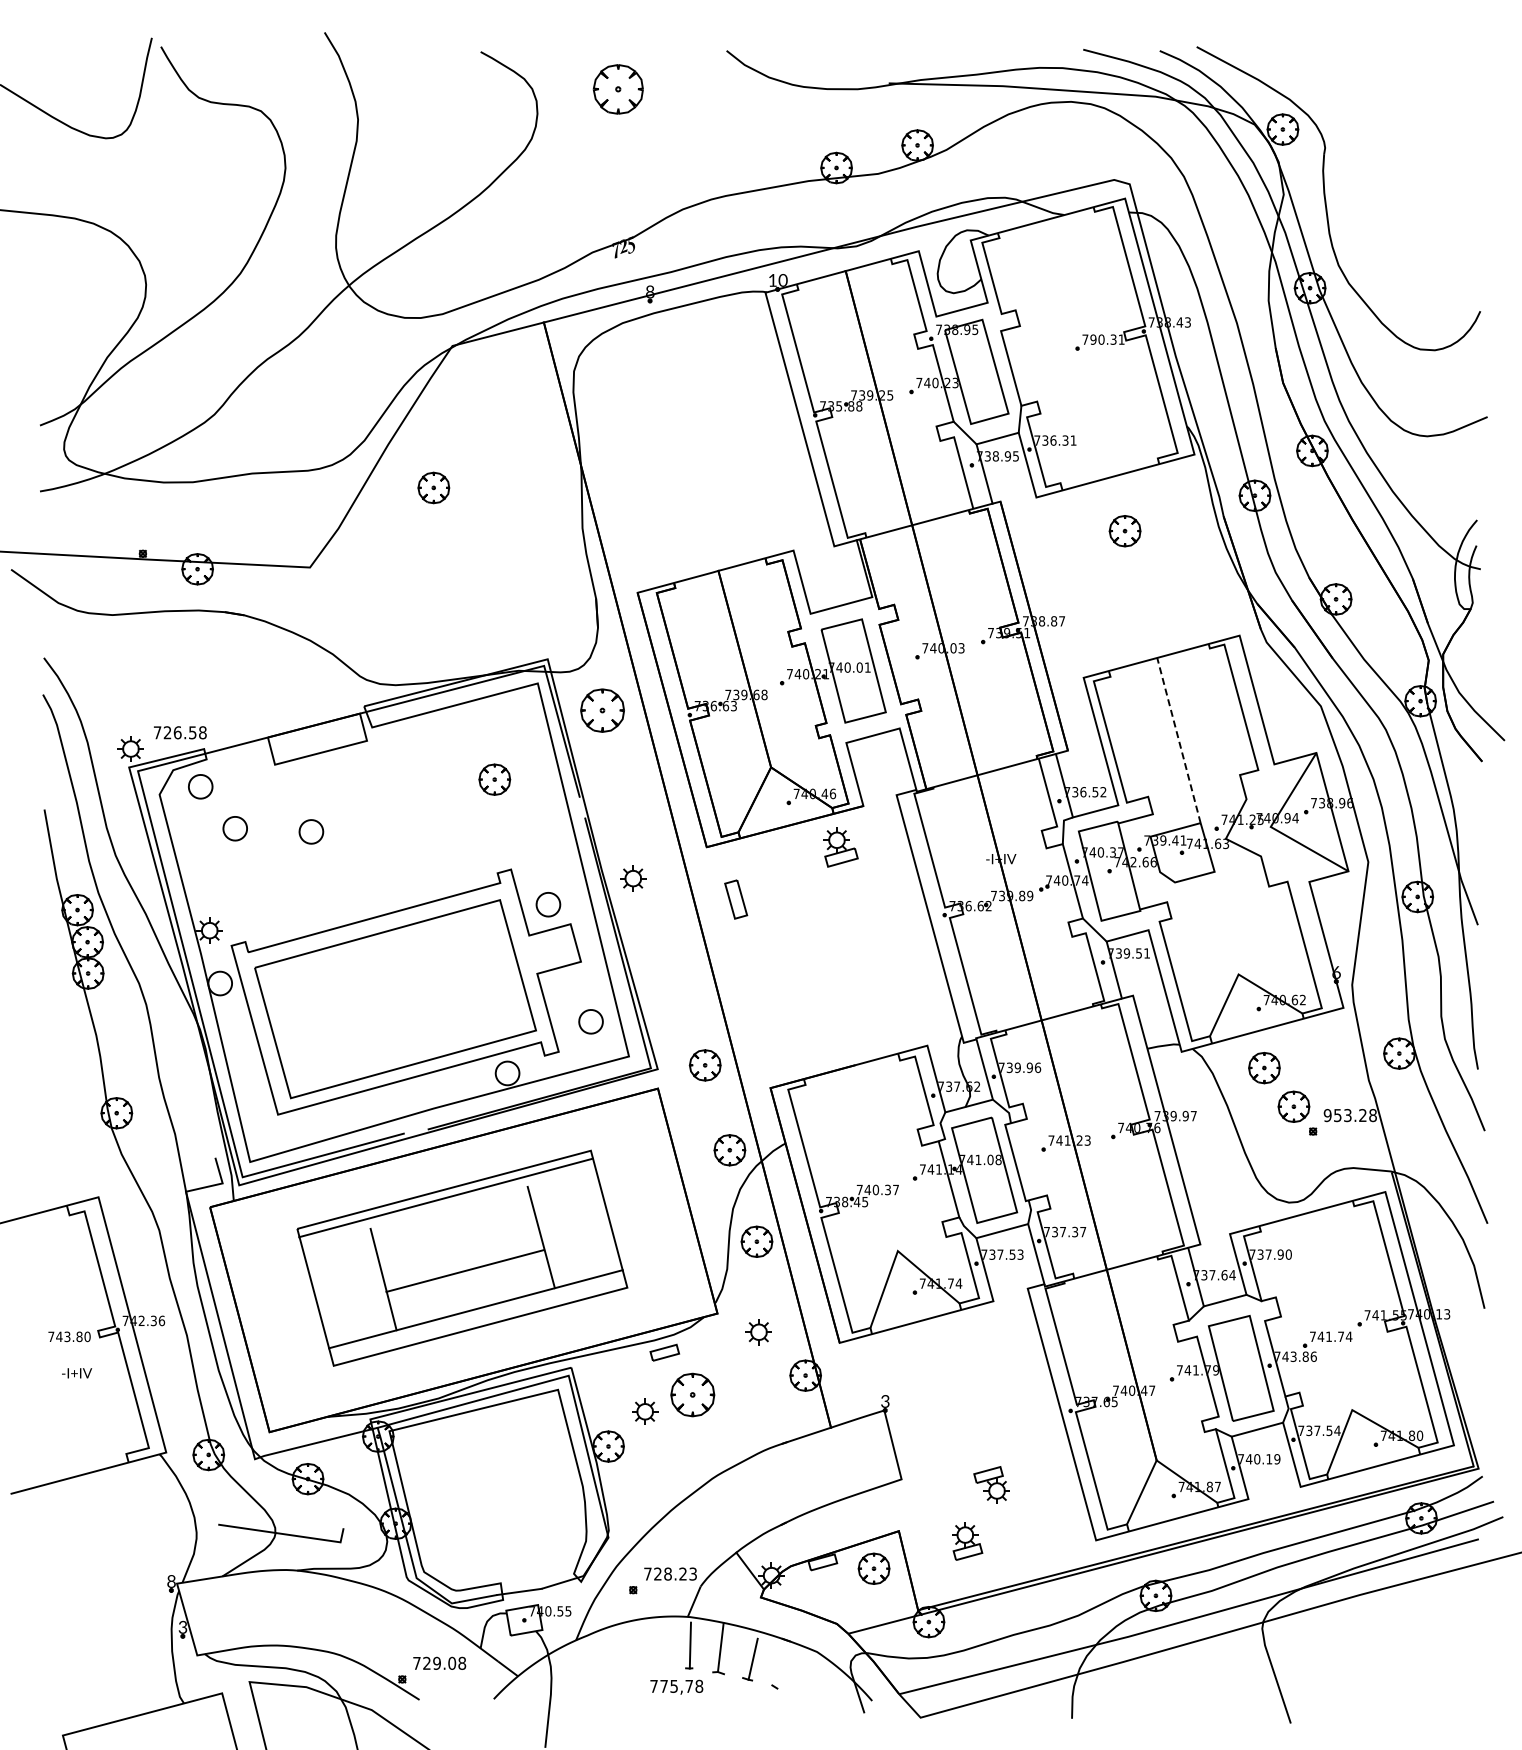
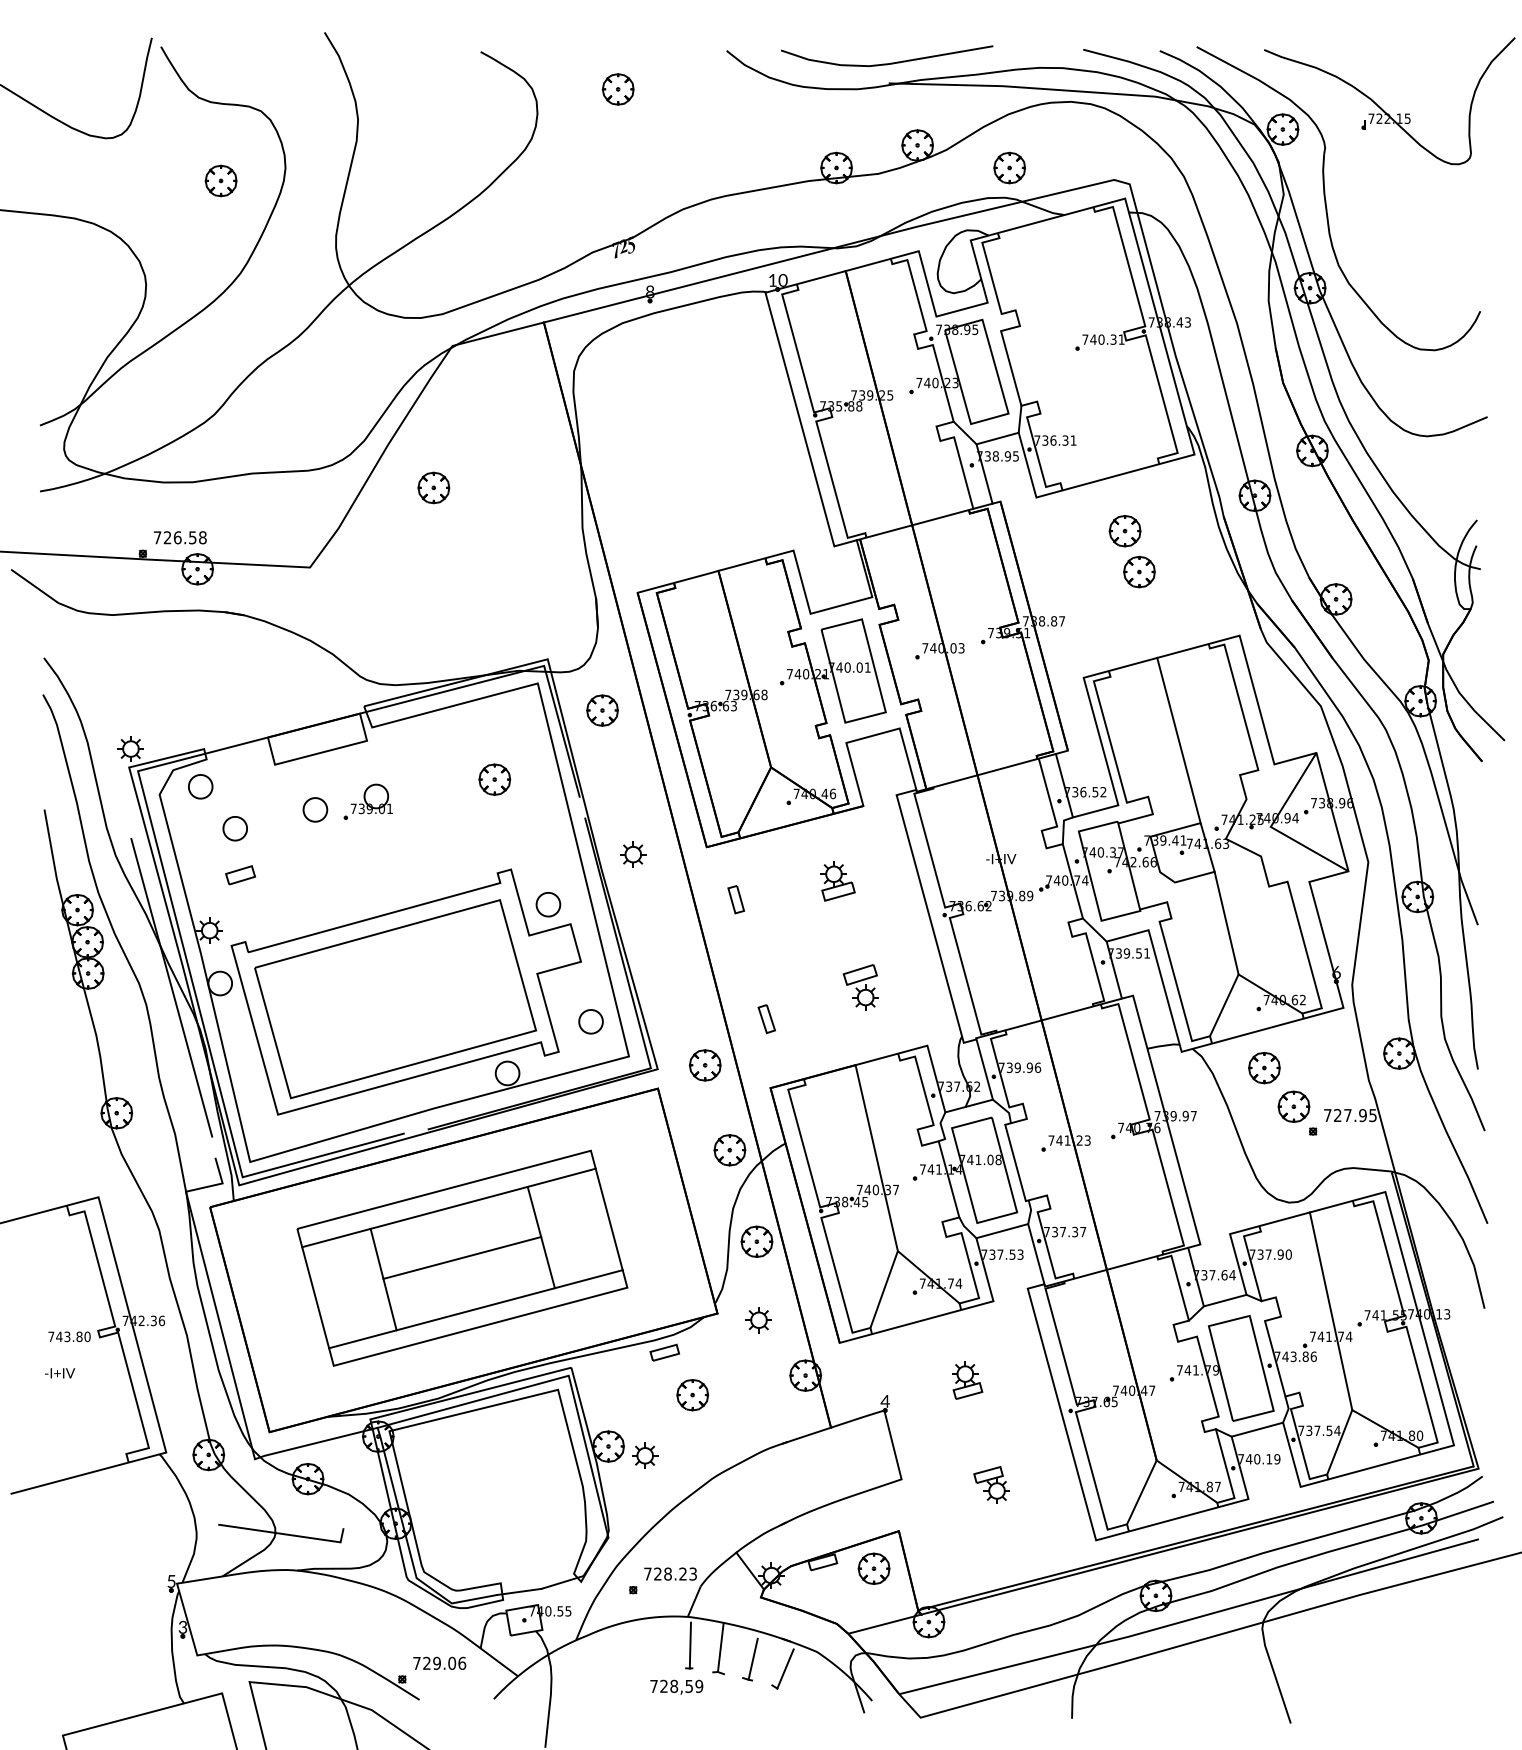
curve at (890, 62): none -> present
part at (617, 89) size: 52x51 px -> 34x33 px
part at (1382, 108): none -> present
part at (1009, 167): none -> present
part at (220, 180): none -> present
text at (1093, 339): 790.31 -> 740.31
part at (1139, 571): none -> present
part at (602, 710) size: 45x45 px -> 33x33 px
text at (180, 732) position: (180, 732) -> (180, 537)
line at (1178, 740): dashed -> solid
part at (367, 801): none -> present
part at (311, 831) position: (311, 831) -> (315, 809)
part at (840, 847) position: (840, 847) -> (837, 881)
part at (240, 875): none -> present
part at (633, 878) position: (633, 878) -> (633, 854)
part at (736, 899) size: 25x41 px -> 19x30 px
line at (1226, 922): none -> present
line at (171, 987): none -> present
part at (860, 987): none -> present
part at (766, 1019): none -> present
text at (1349, 1115): 953.28 -> 727.95
line at (876, 1158): none -> present
line at (445, 1197) position: (445, 1197) -> (448, 1207)
line at (465, 1270) position: (465, 1270) -> (462, 1257)
line at (1330, 1311): none -> present
part at (758, 1332) position: (758, 1332) -> (758, 1320)
text at (77, 1373) position: (77, 1373) -> (60, 1373)
part at (692, 1394) size: 46x46 px -> 33x33 px
text at (884, 1401): 3 -> 4
part at (645, 1411) position: (645, 1411) -> (645, 1455)
part at (967, 1541) position: (967, 1541) -> (967, 1380)
text at (171, 1581): 8 -> 5
text at (462, 1662): 729.08 -> 729.06
line at (785, 1668): none -> present
text at (681, 1685): 775,78 -> 728,59
